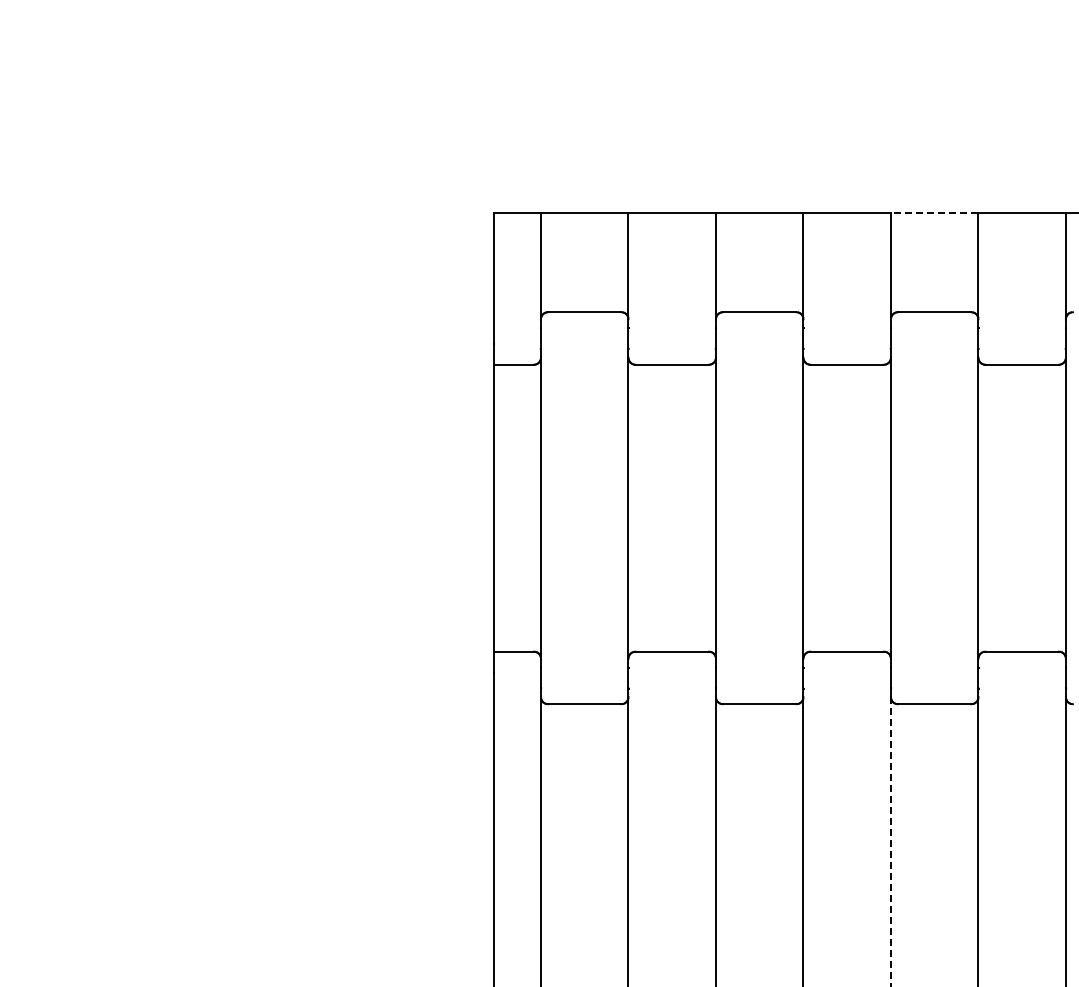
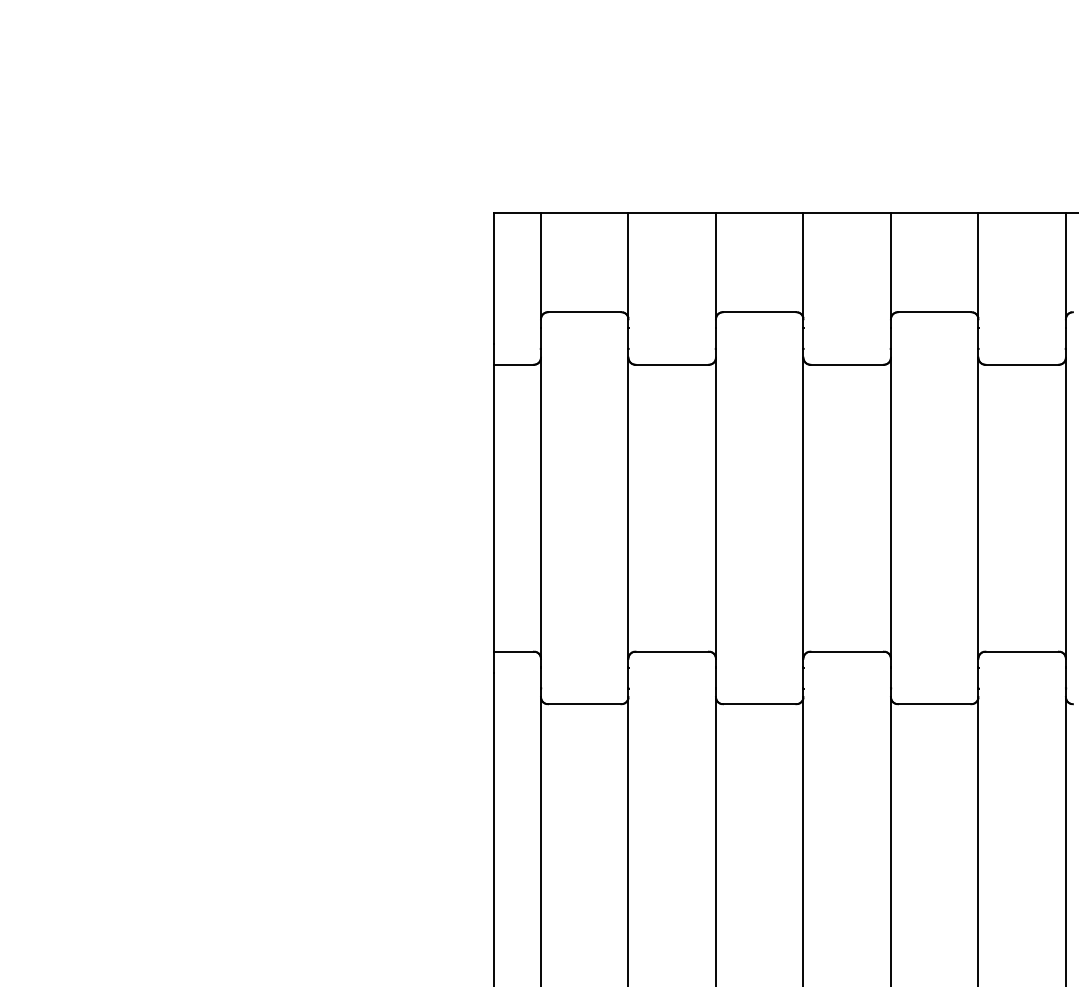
line at (934, 213): dashed -> solid
line at (890, 841): dashed -> solid
